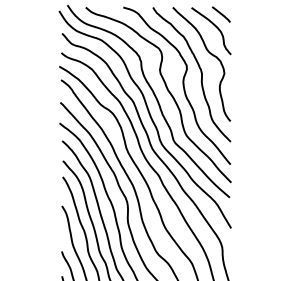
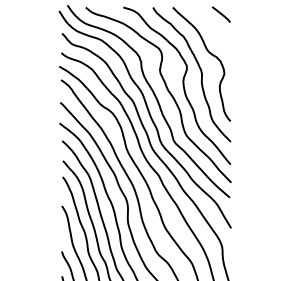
curve at (215, 27): present -> none
